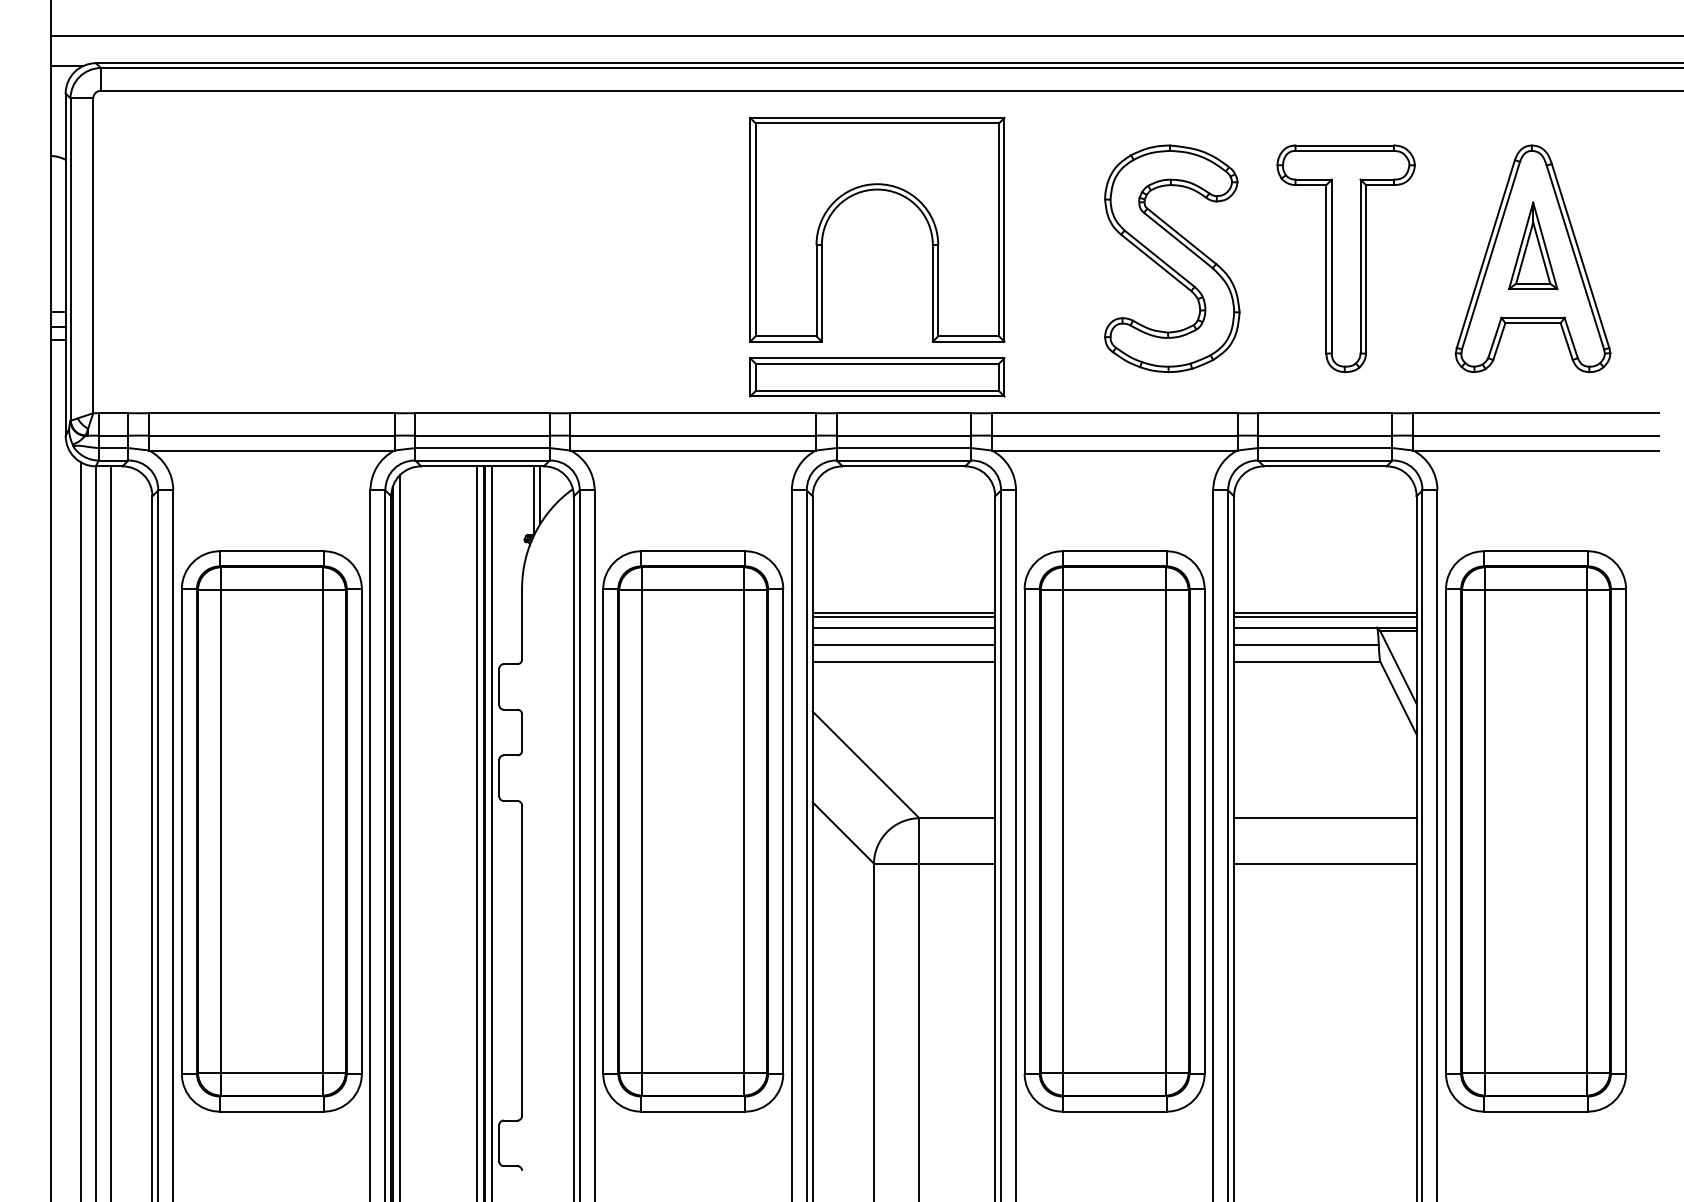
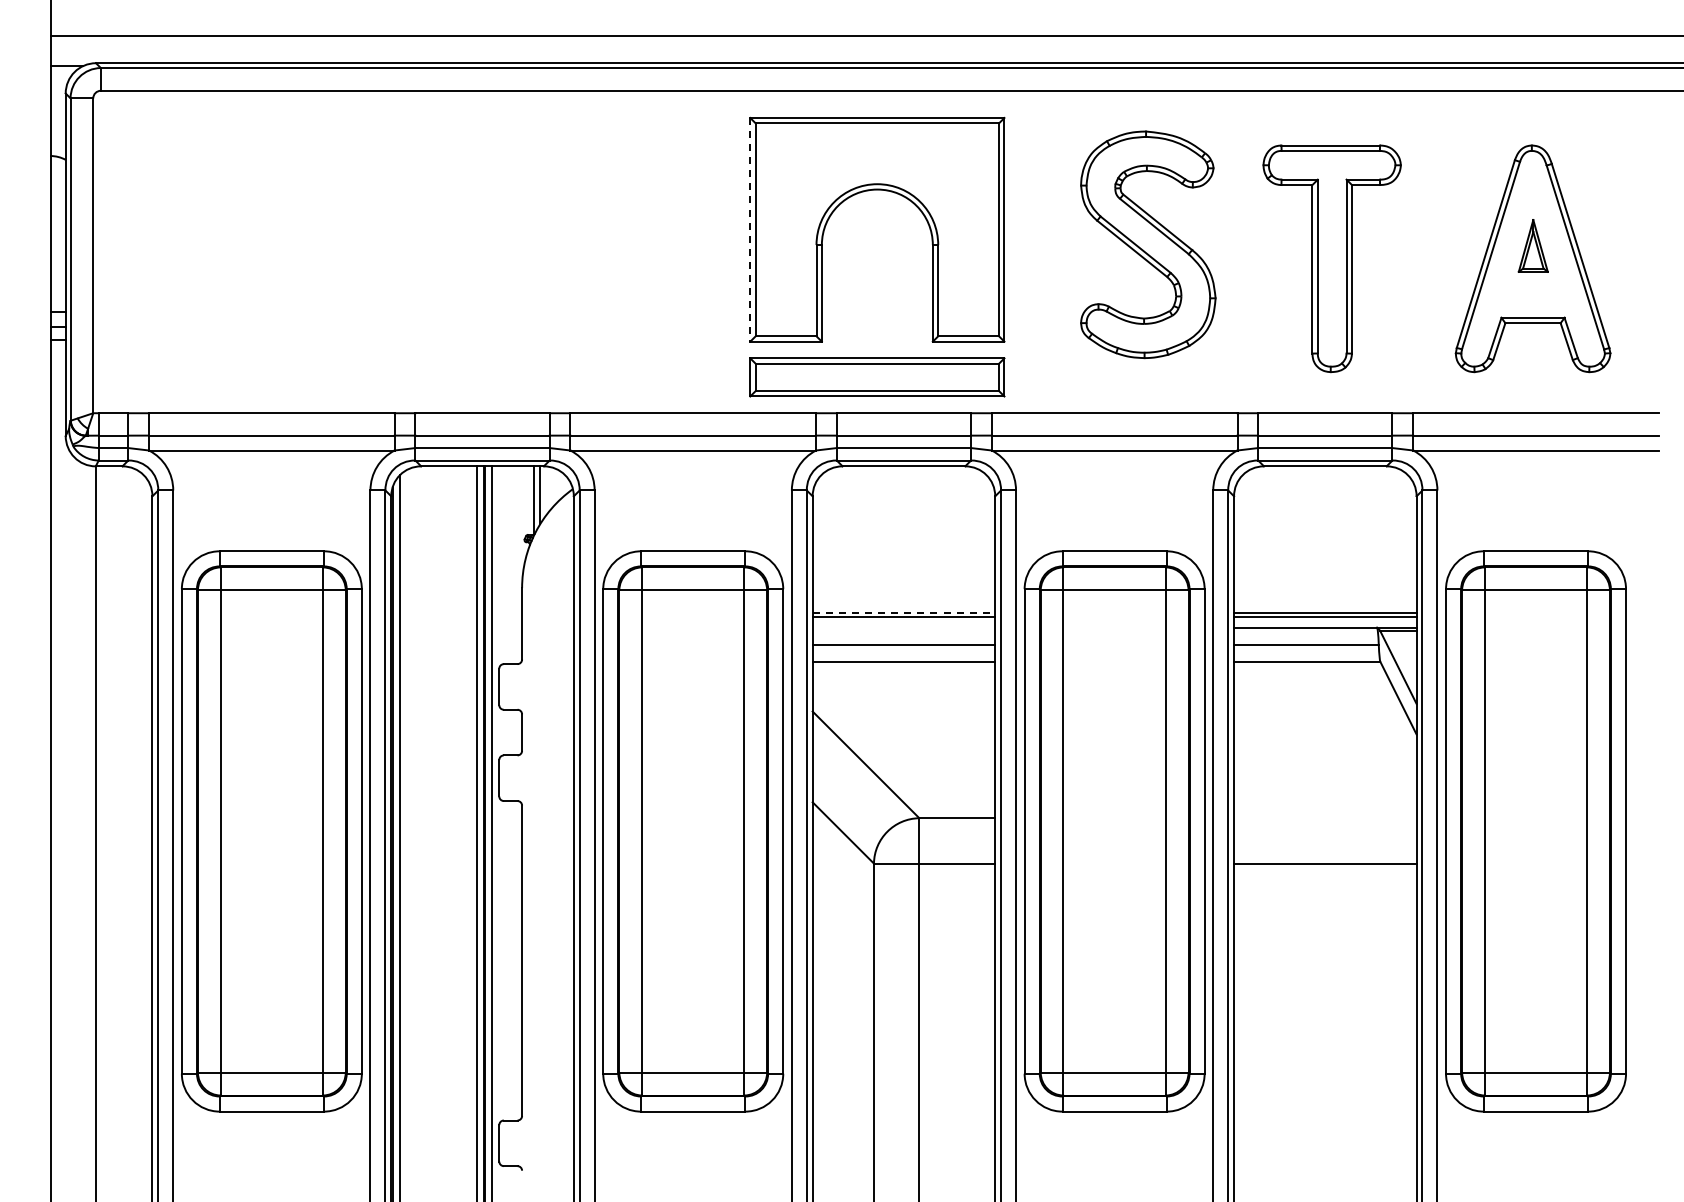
line at (750, 229): solid -> dashed
part at (1533, 245) size: 51x90 px -> 32x54 px
part at (1172, 258) position: (1172, 258) -> (1148, 244)
part at (1345, 258) position: (1345, 258) -> (1331, 258)
line at (904, 612): solid -> dashed
line at (903, 627): present -> none
line at (1325, 818): present -> none
line at (80, 830): present -> none
line at (111, 832): present -> none
